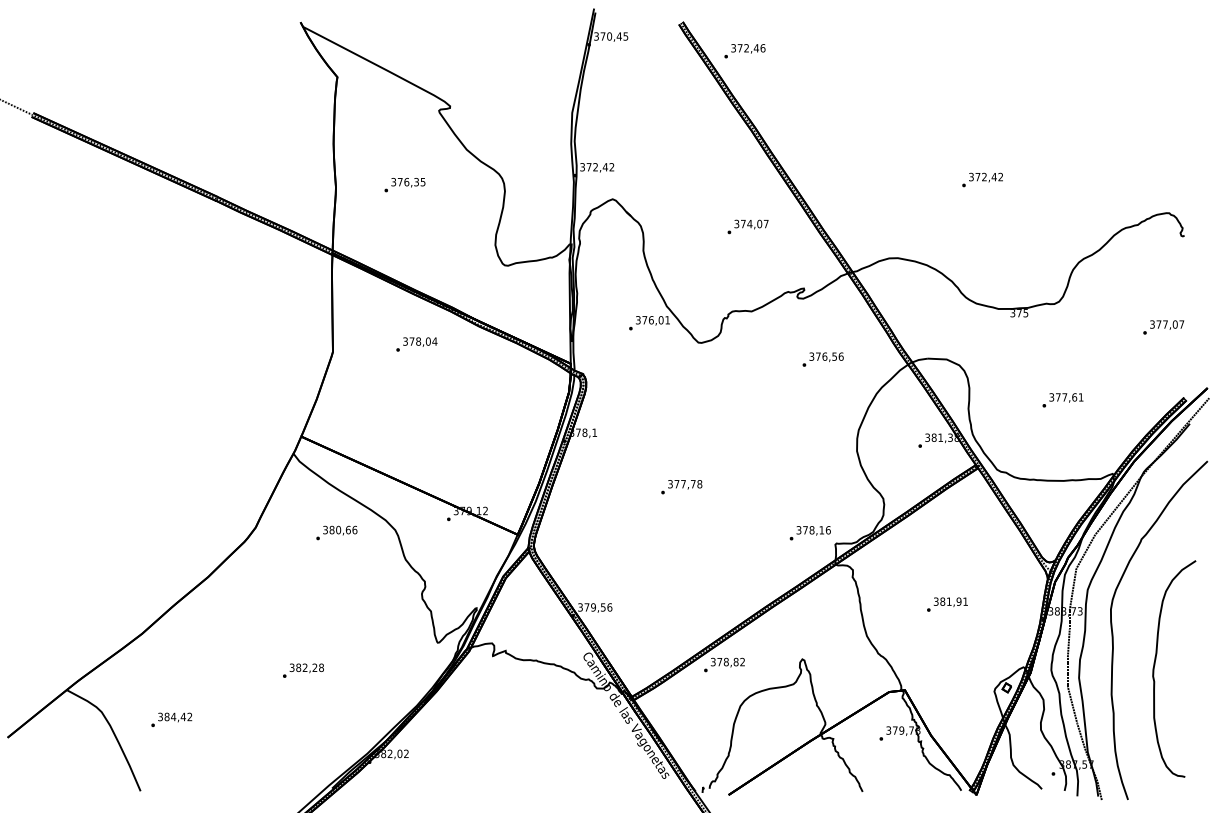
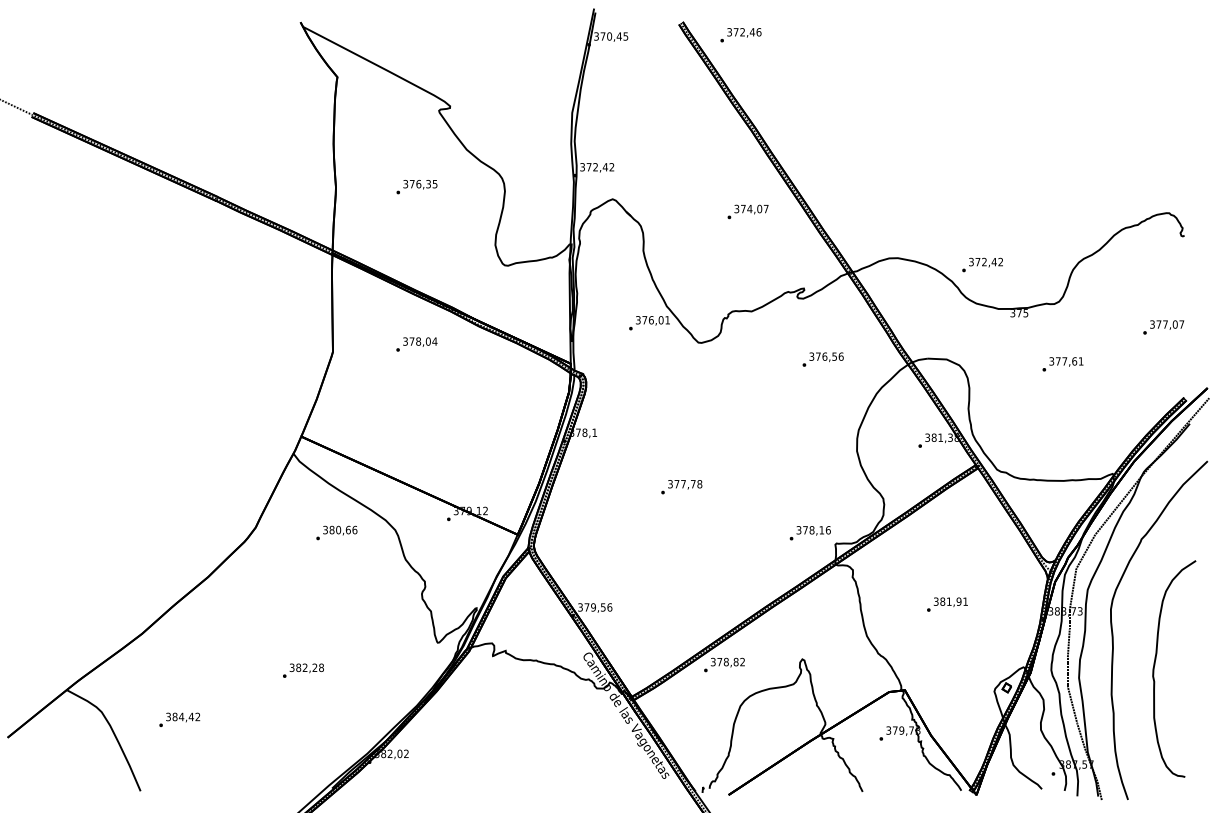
text at (744, 51) position: (744, 51) -> (740, 35)
text at (982, 179) position: (982, 179) -> (982, 264)
text at (404, 185) position: (404, 185) -> (416, 187)
text at (747, 226) position: (747, 226) -> (747, 211)
text at (1062, 400) position: (1062, 400) -> (1062, 364)
text at (171, 719) position: (171, 719) -> (179, 719)
